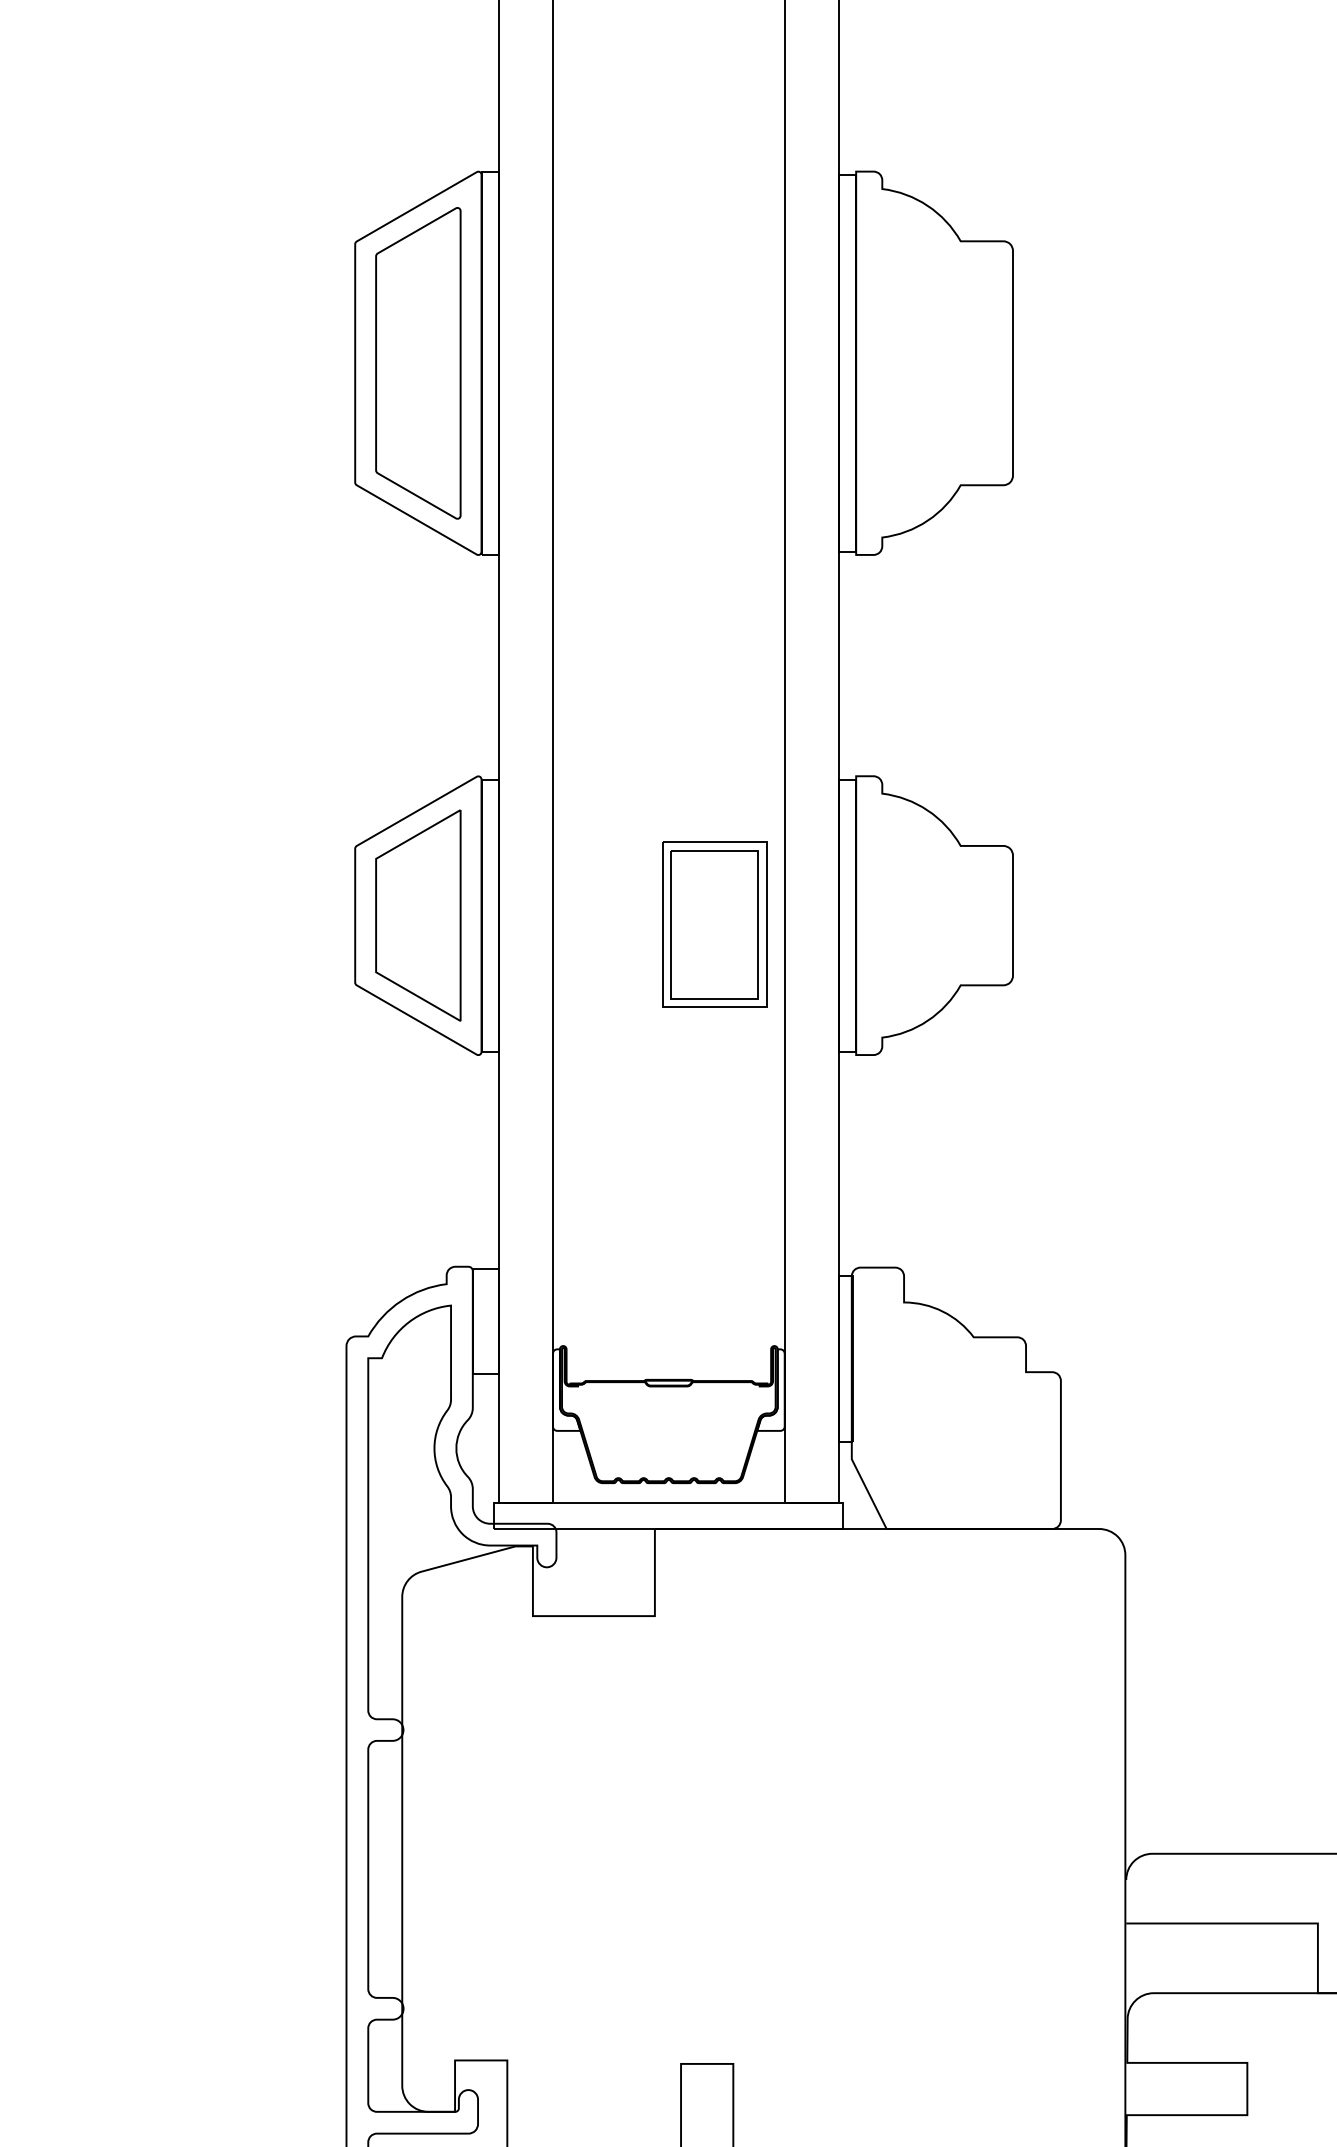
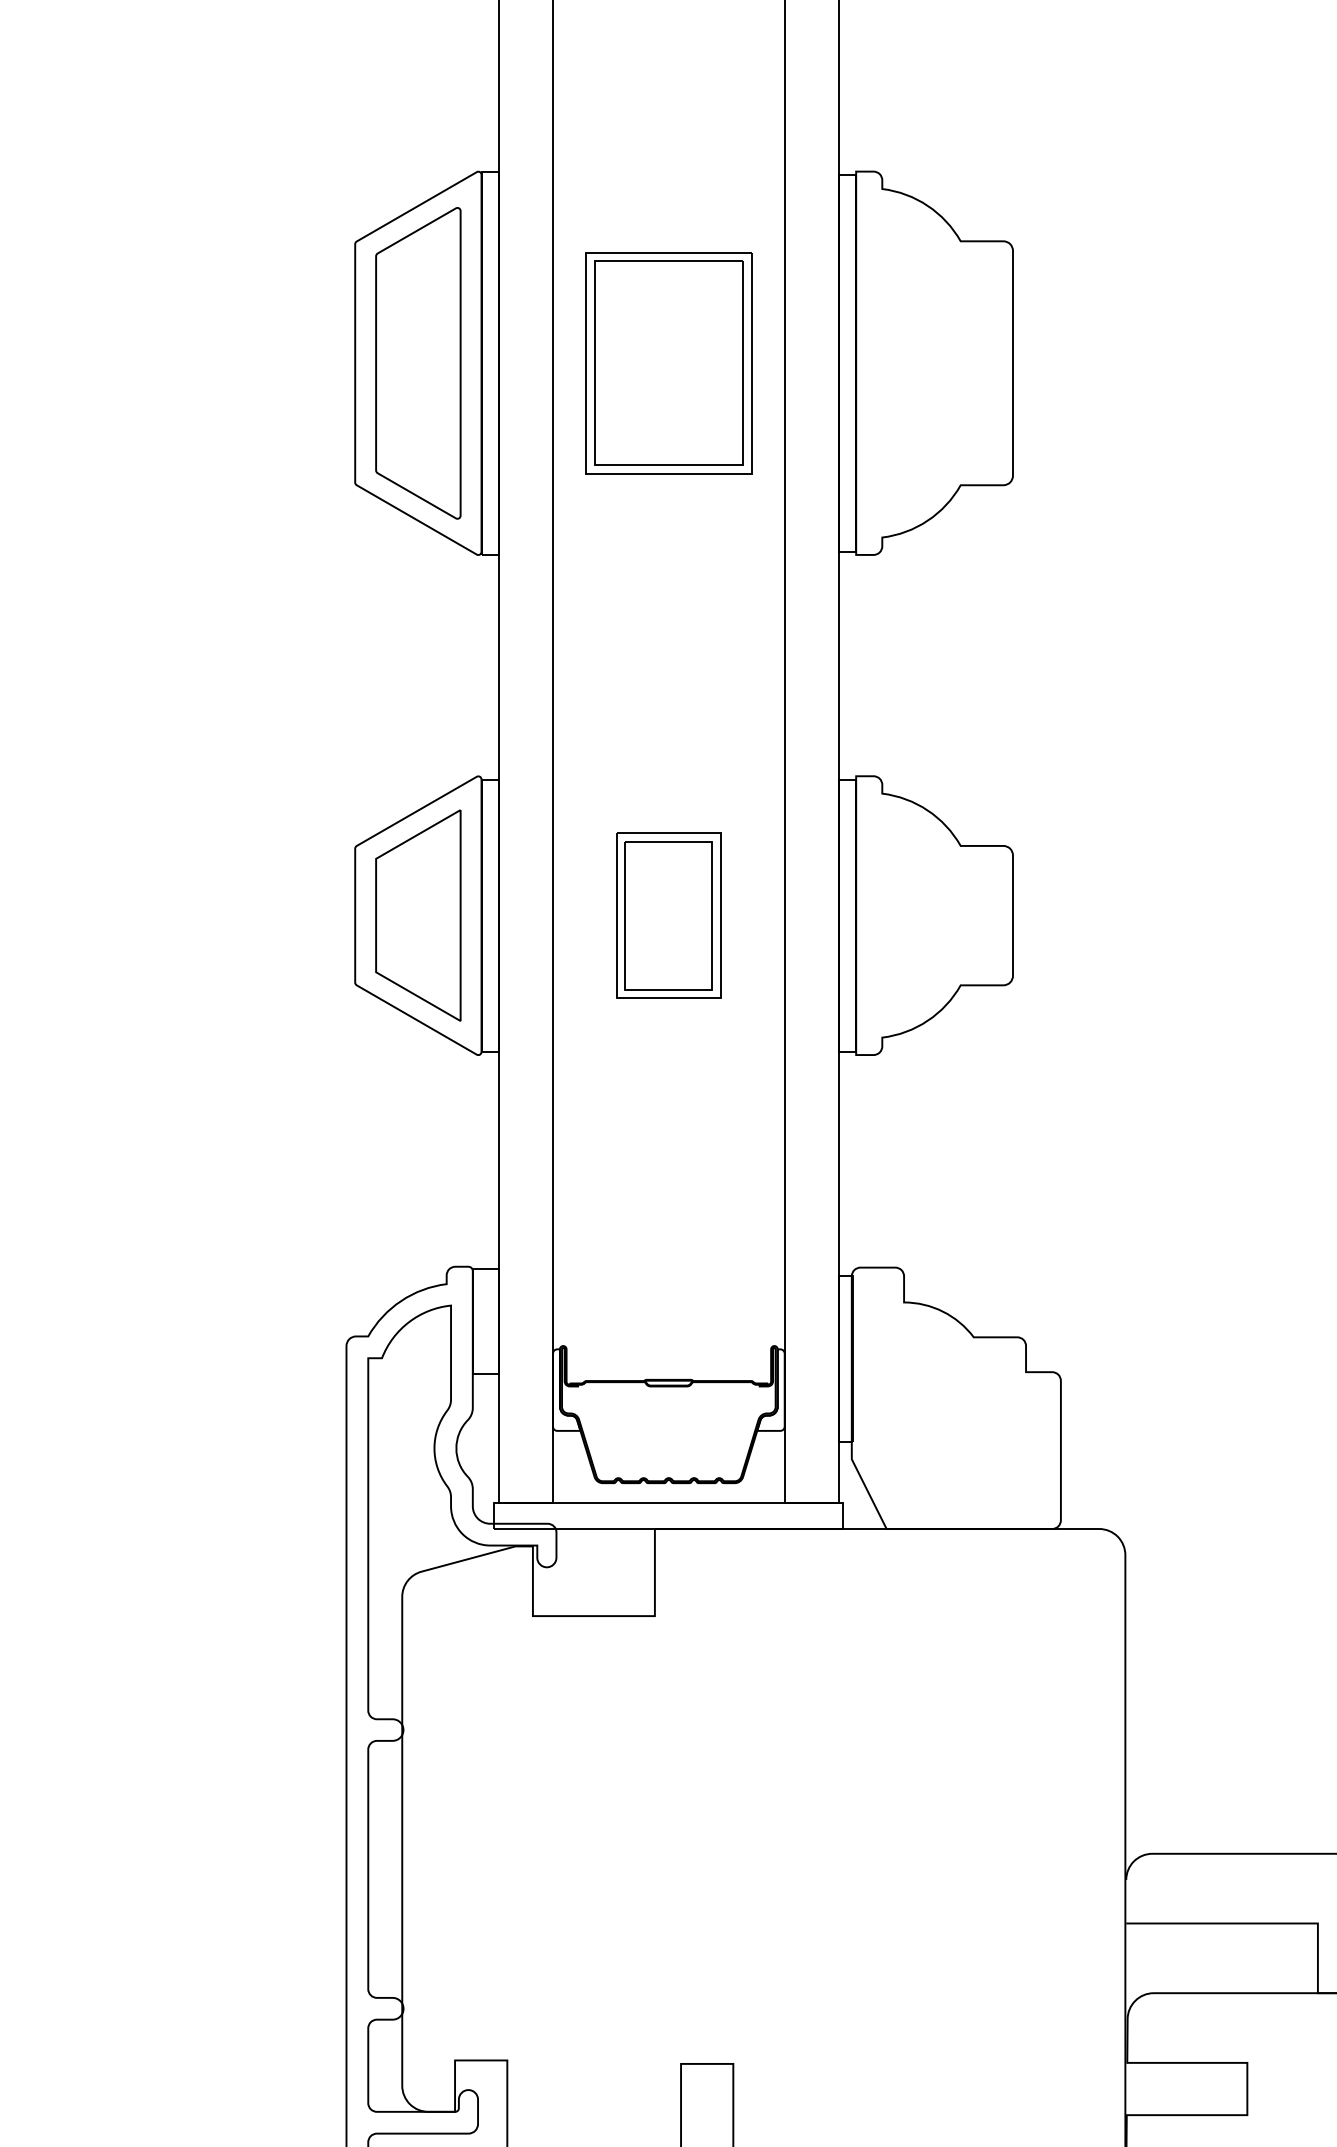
part at (668, 363): none -> present
part at (714, 924) position: (714, 924) -> (668, 915)
